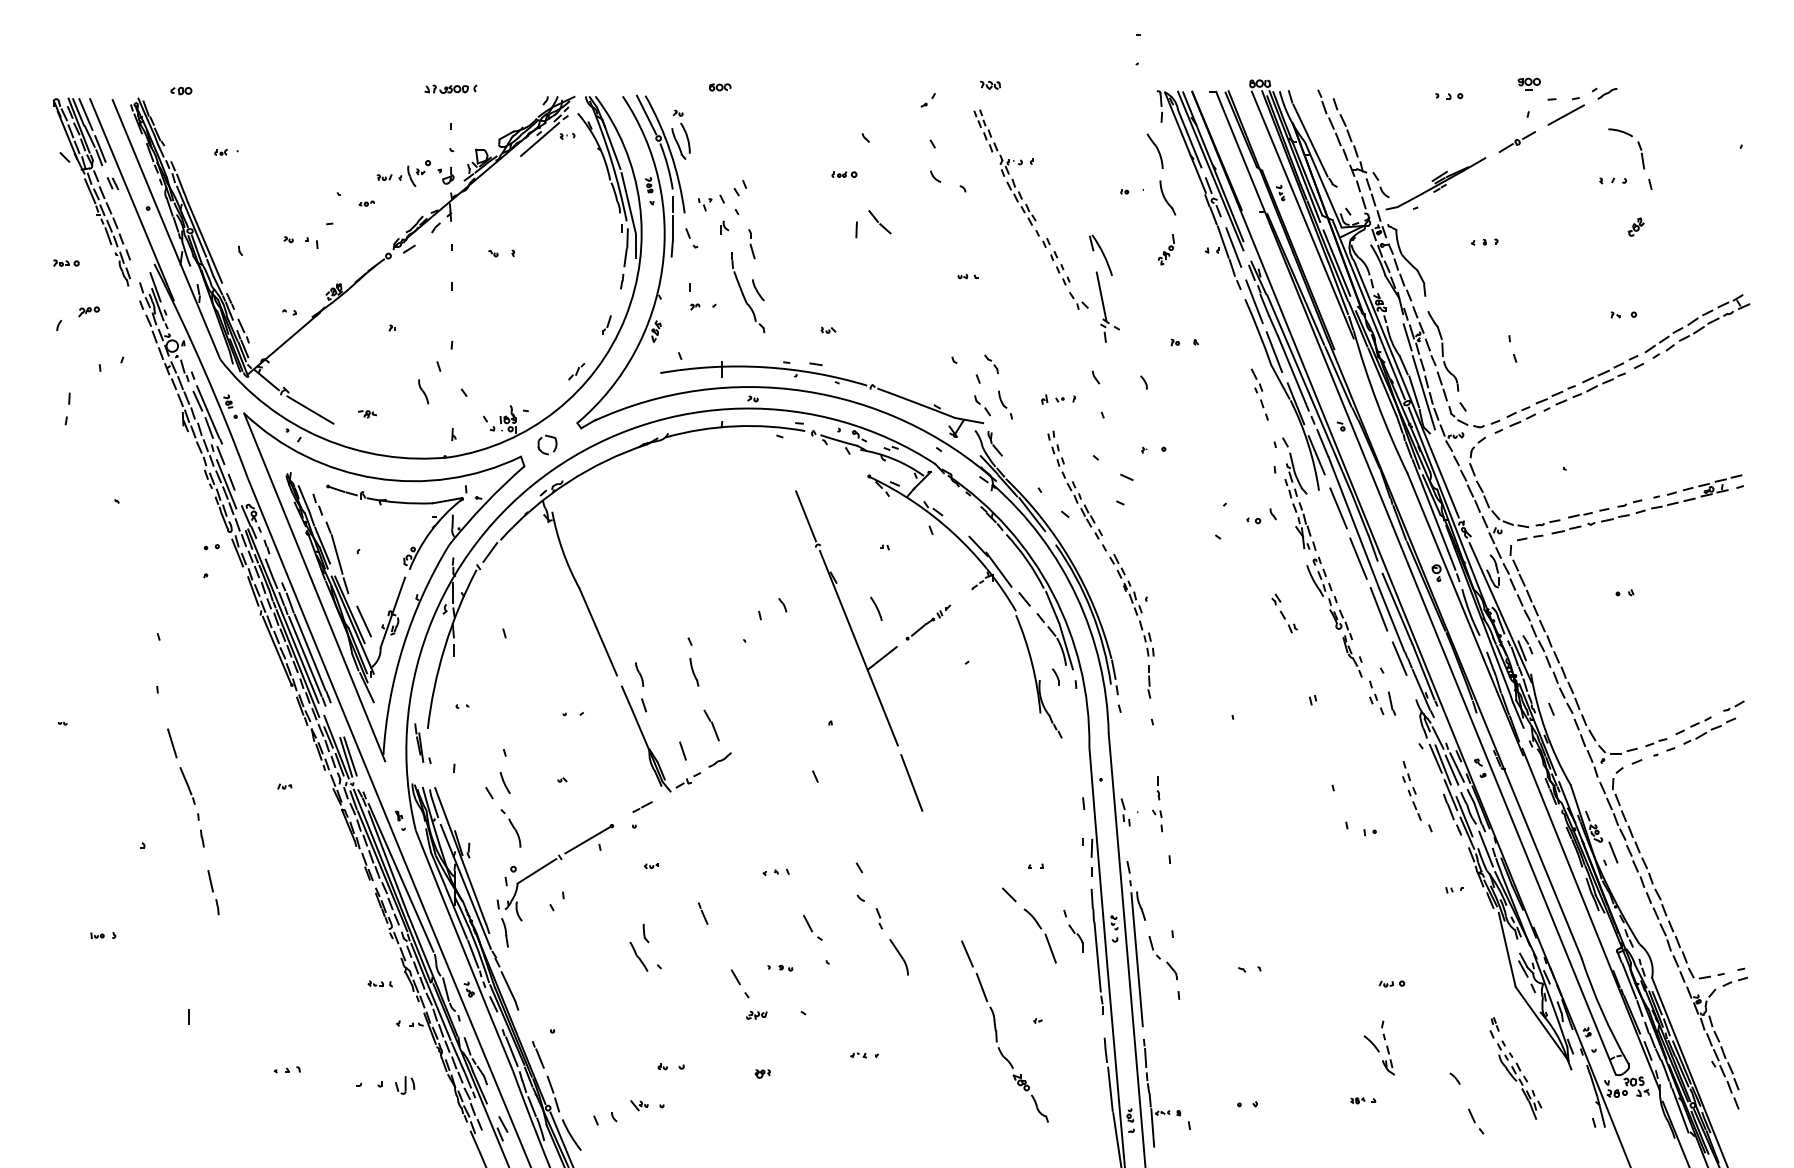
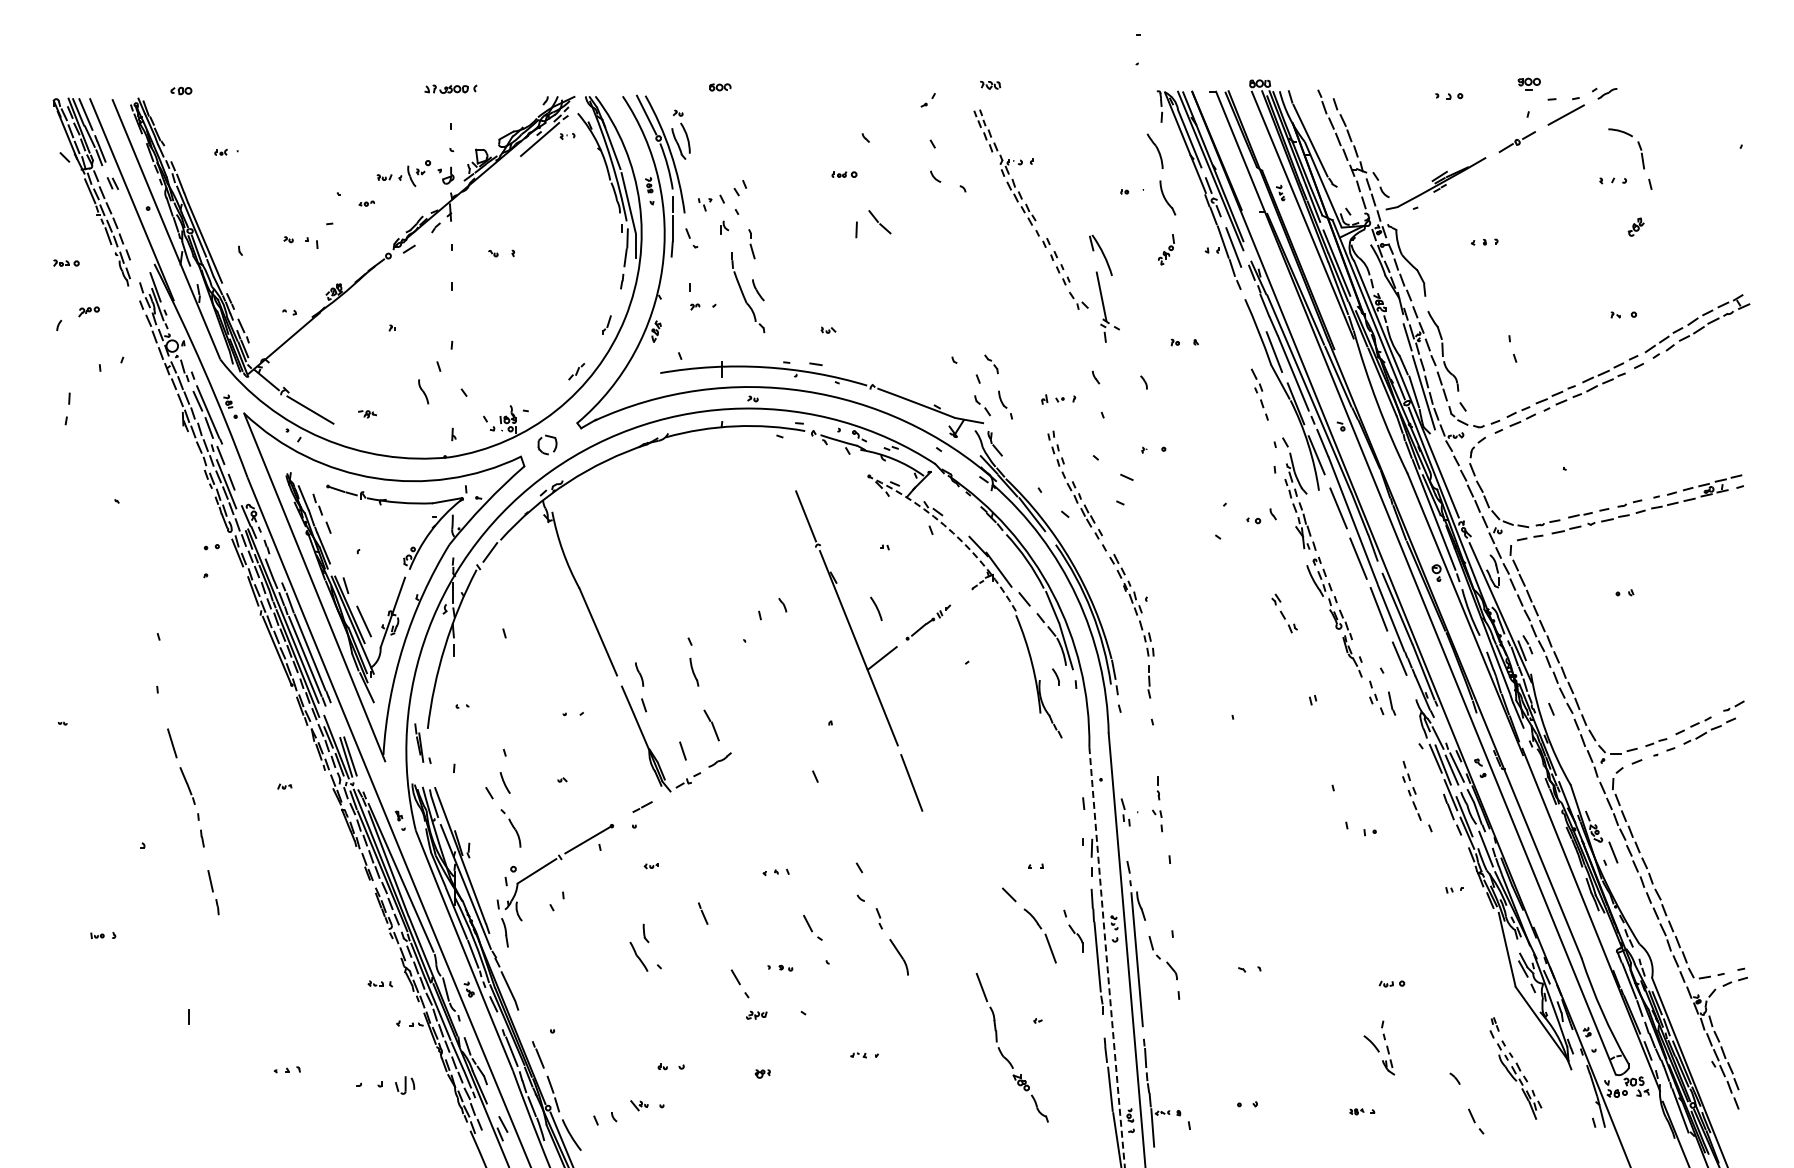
part at (967, 276): present -> none
line at (1254, 301): present -> none
arc at (953, 533): solid -> dashed
line at (336, 554): present -> none
line at (967, 953): present -> none
arc at (1106, 957): solid -> dashed
part at (1363, 1100) position: (1363, 1100) -> (1362, 1111)
